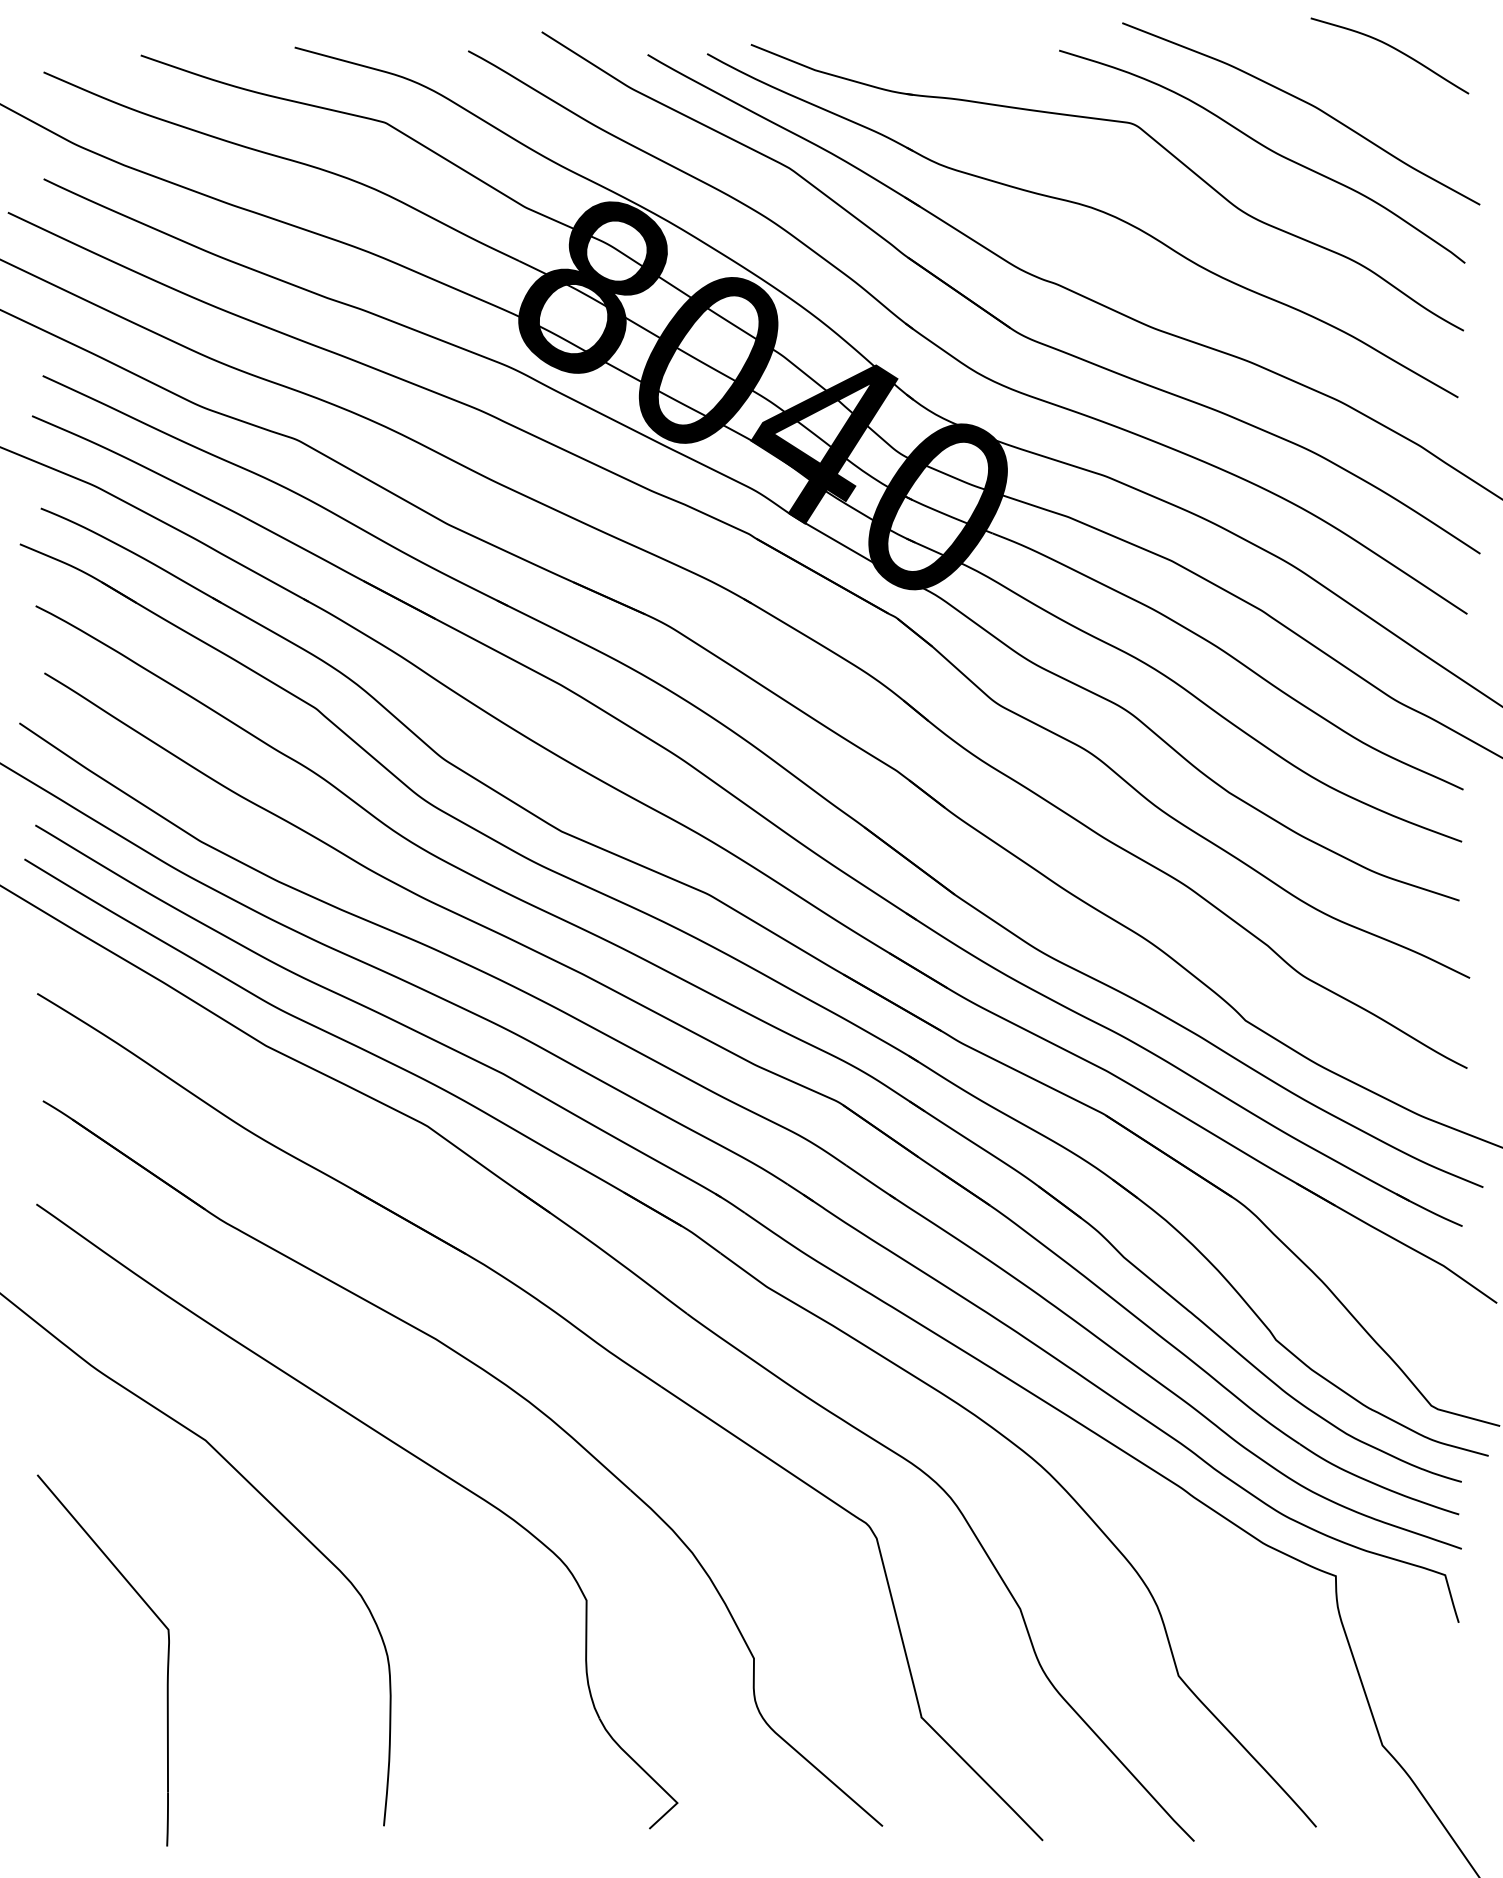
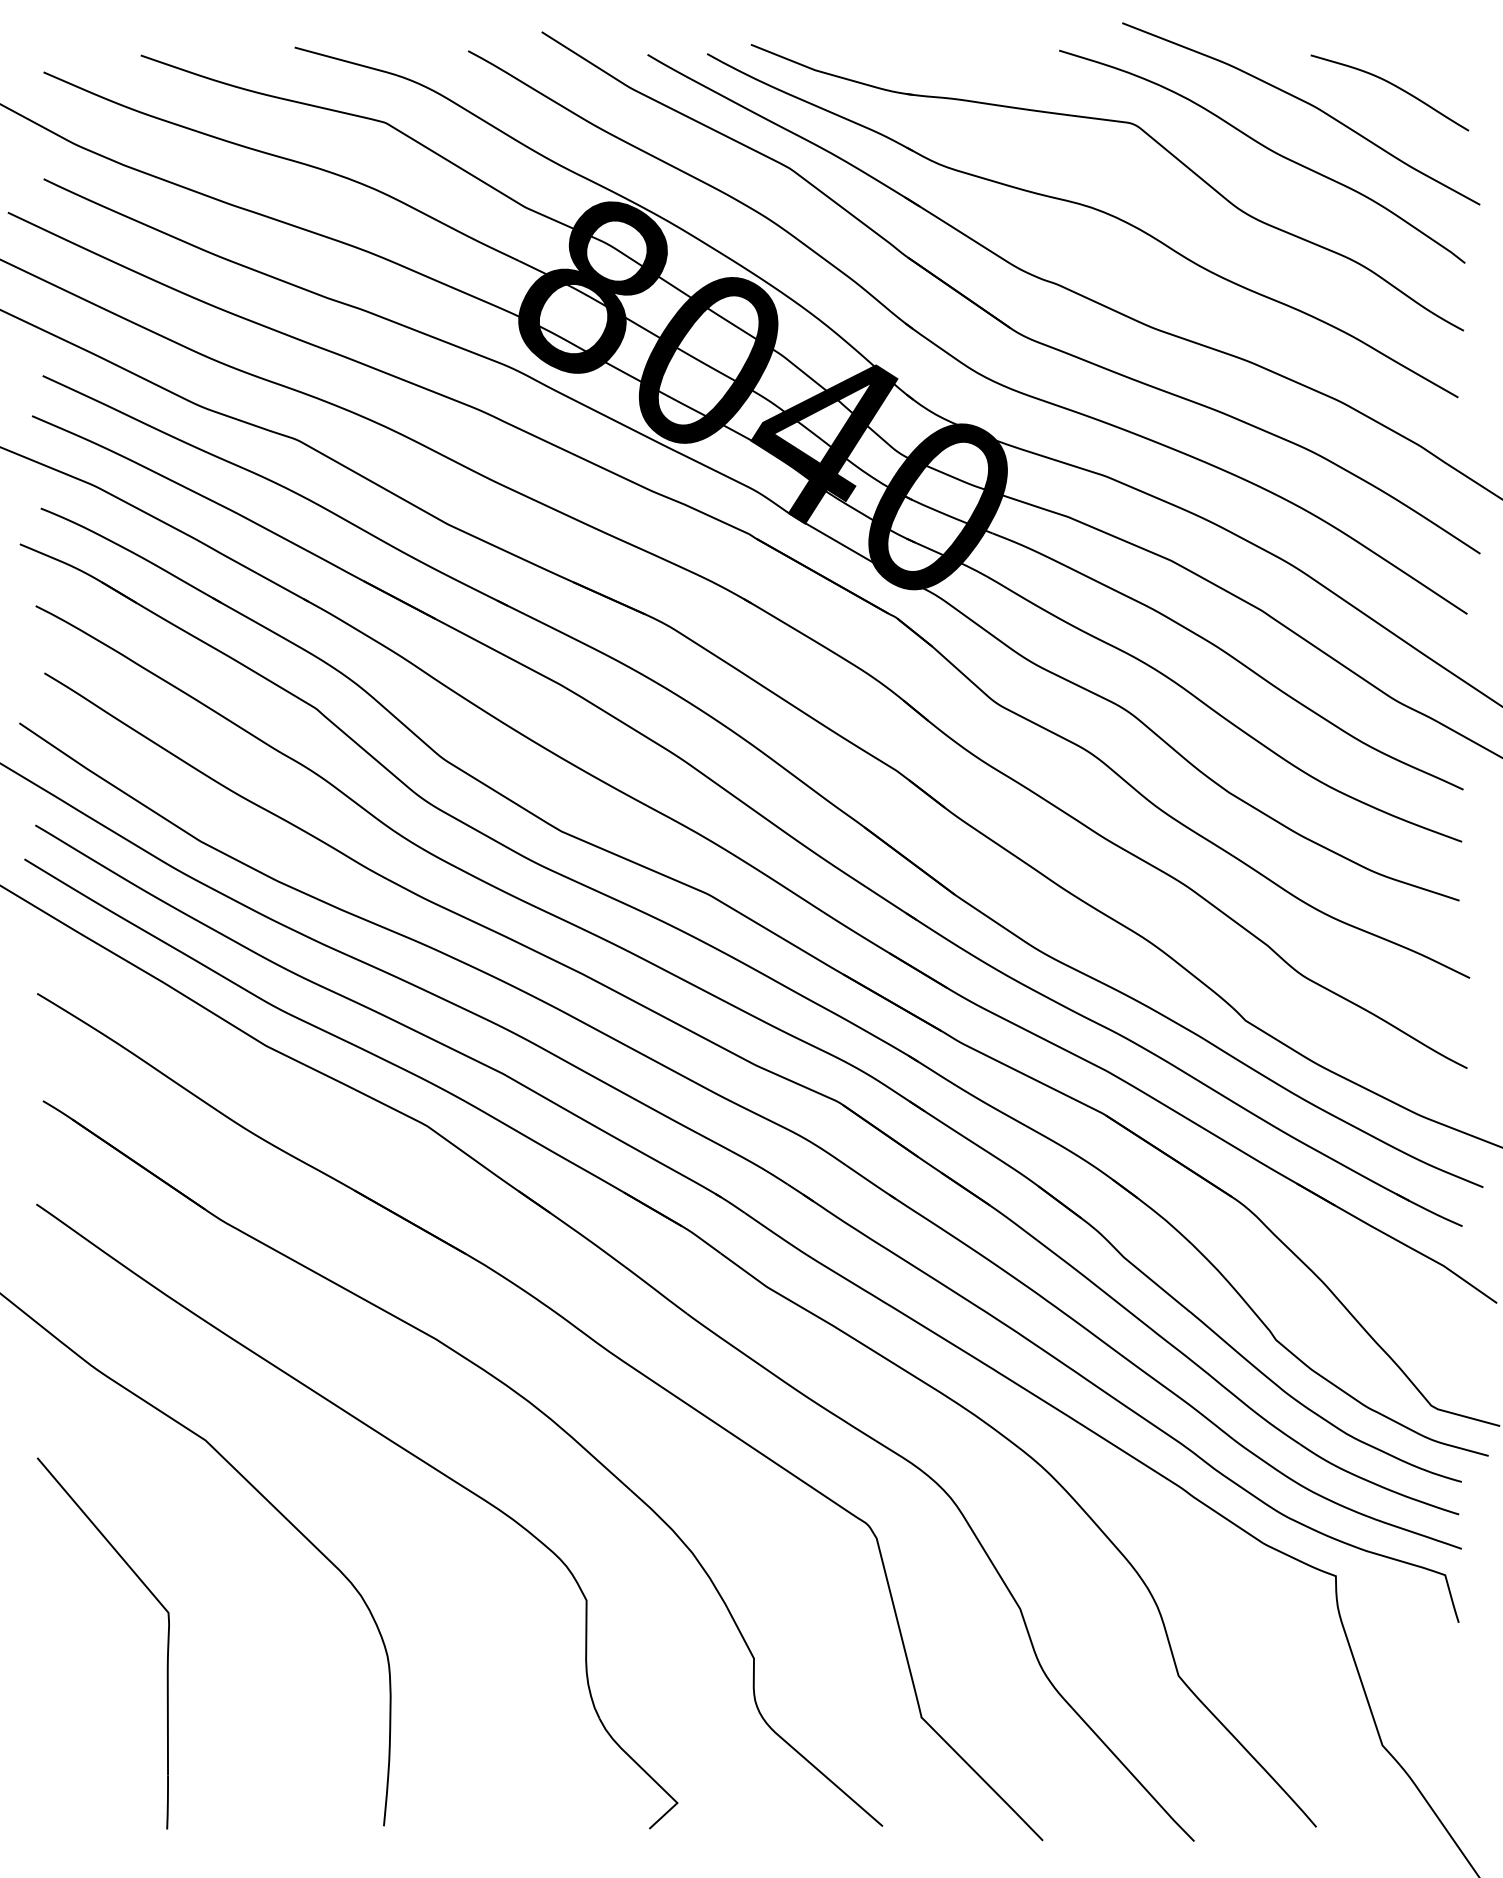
curve at (1392, 48) position: (1392, 48) -> (1392, 85)
part at (167, 1660) position: (167, 1660) -> (167, 1643)
